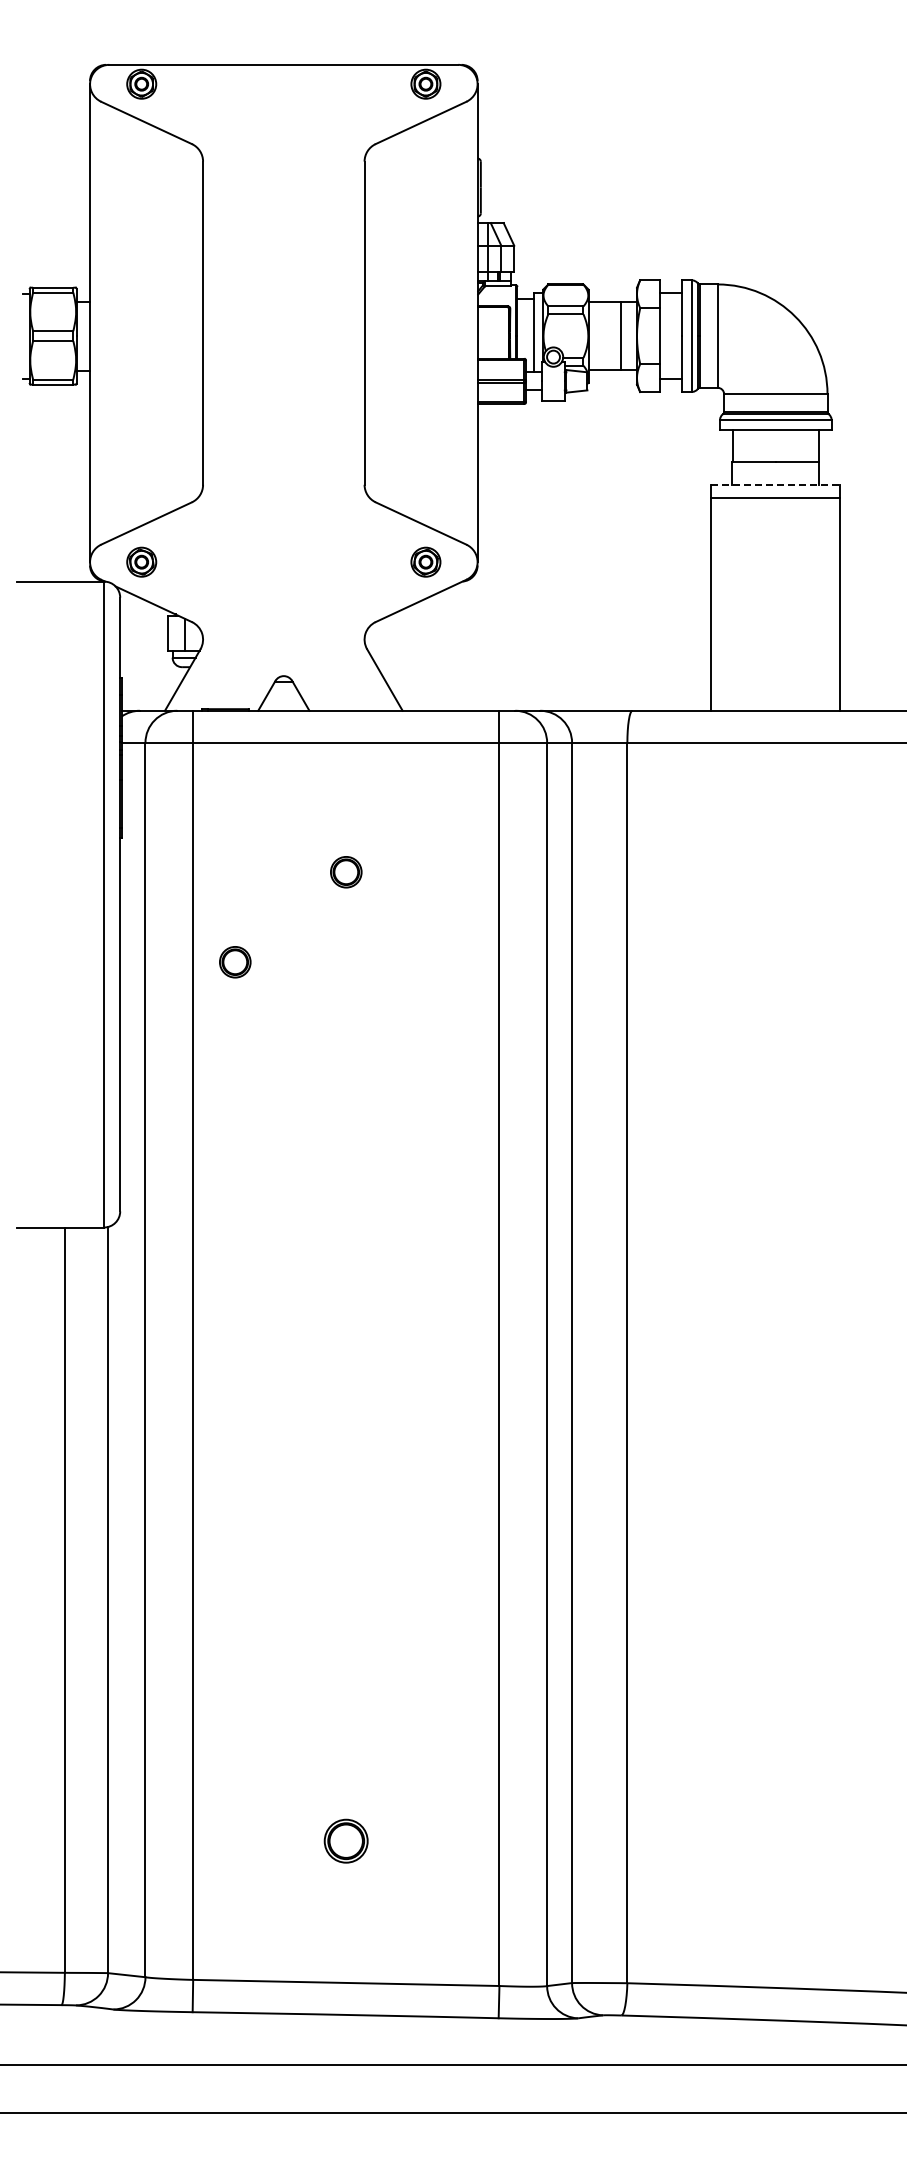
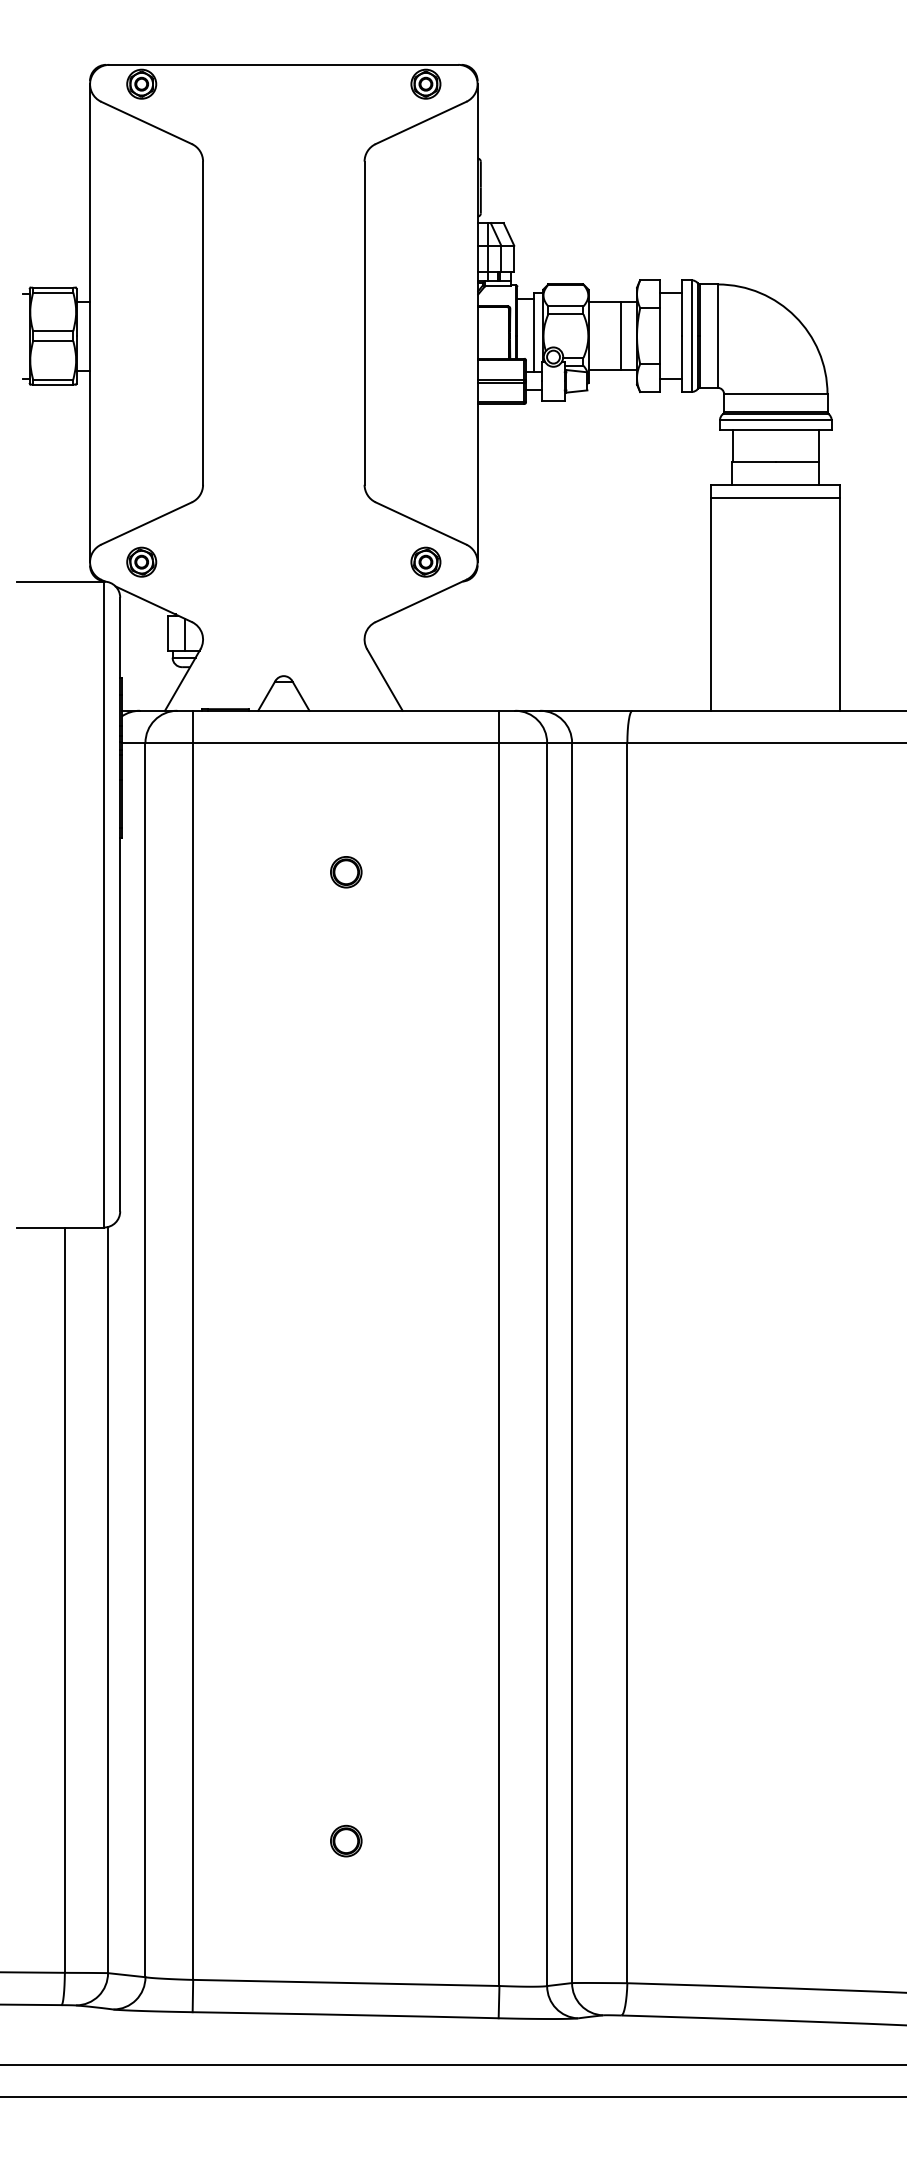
line at (775, 484): dashed -> solid
part at (235, 962): present -> none
part at (345, 1840) size: 46x46 px -> 33x34 px
line at (452, 2113) position: (452, 2113) -> (452, 2097)
